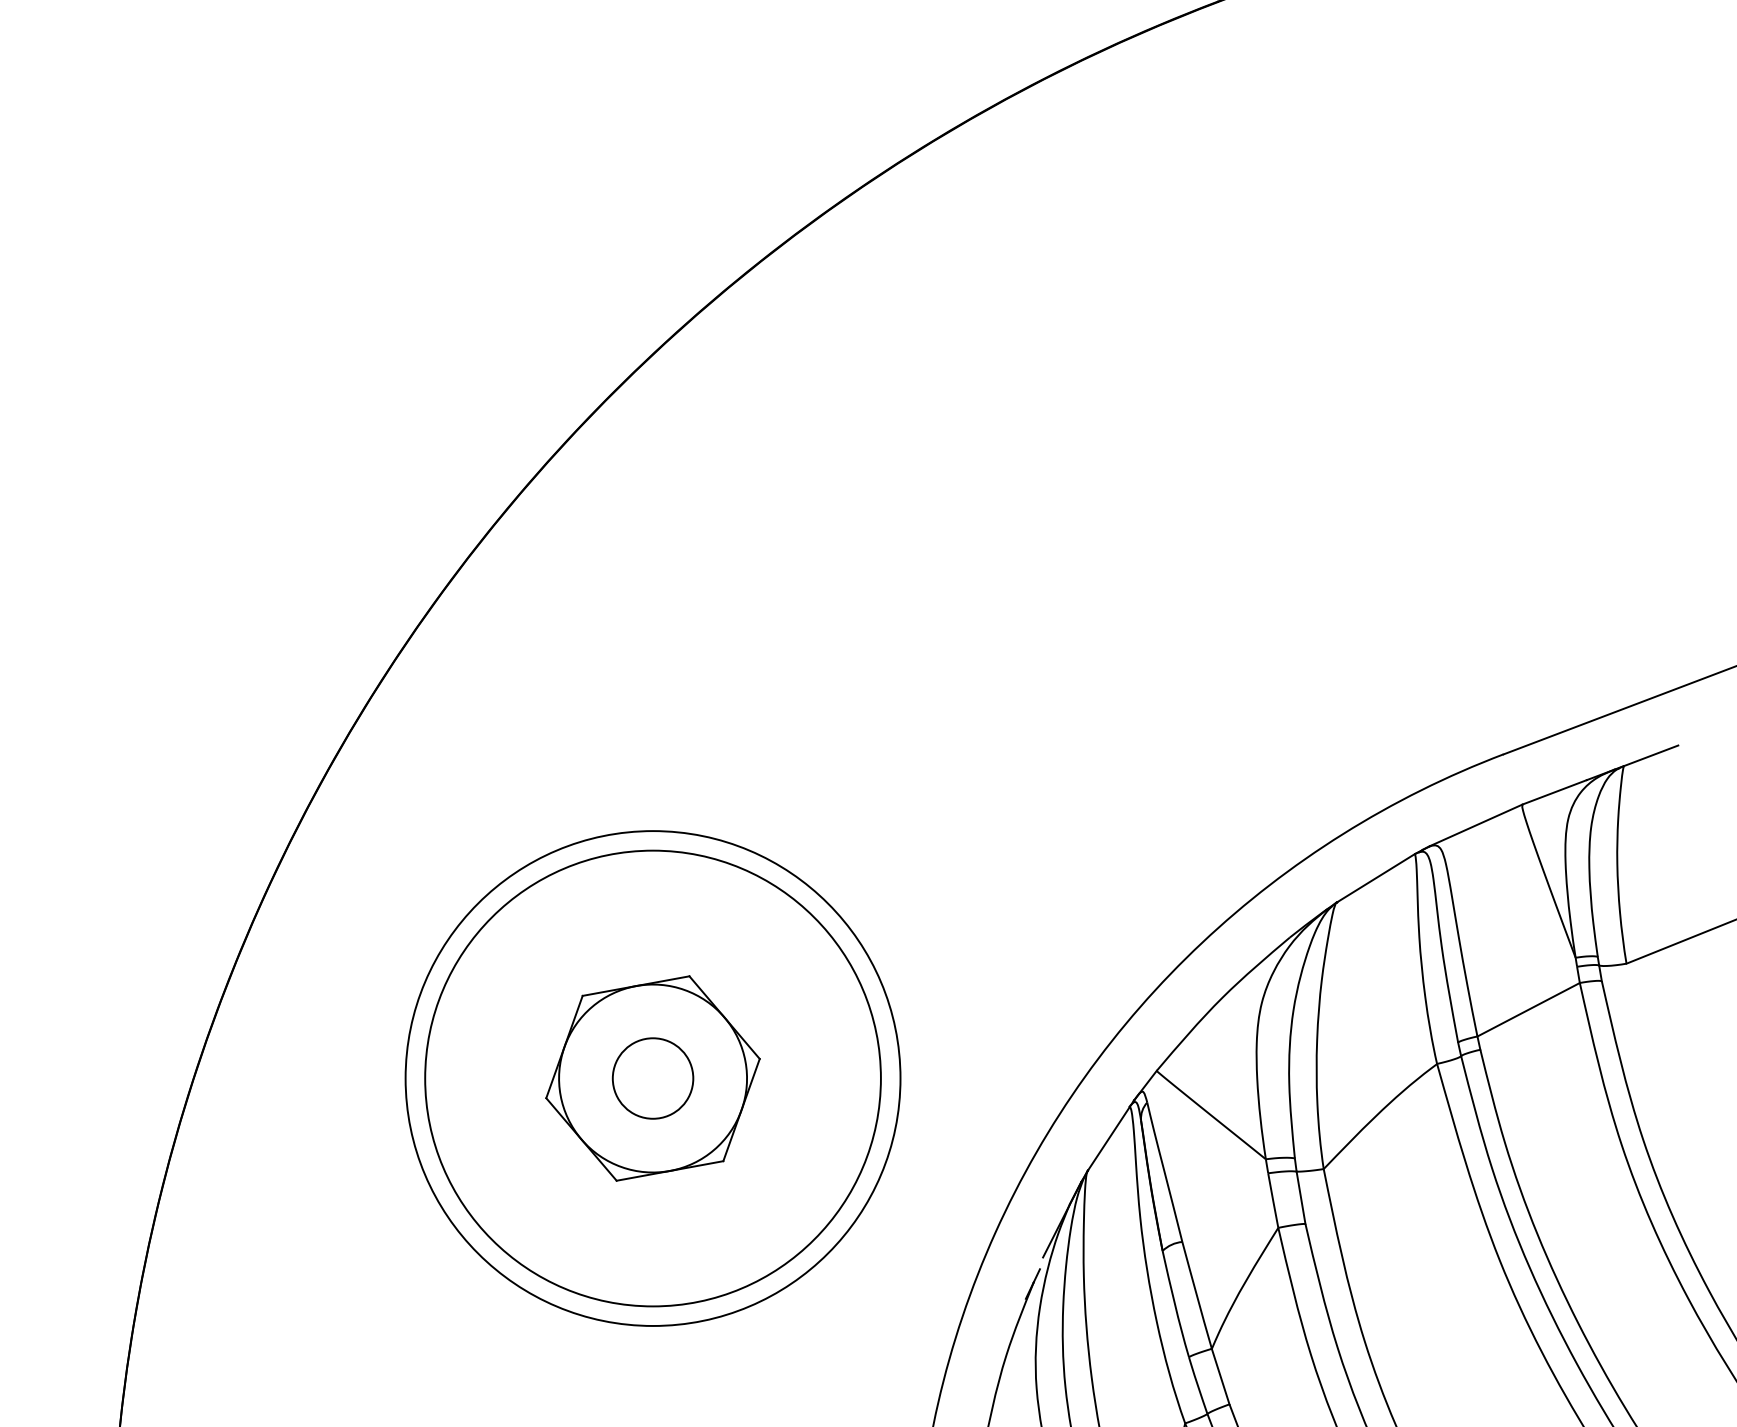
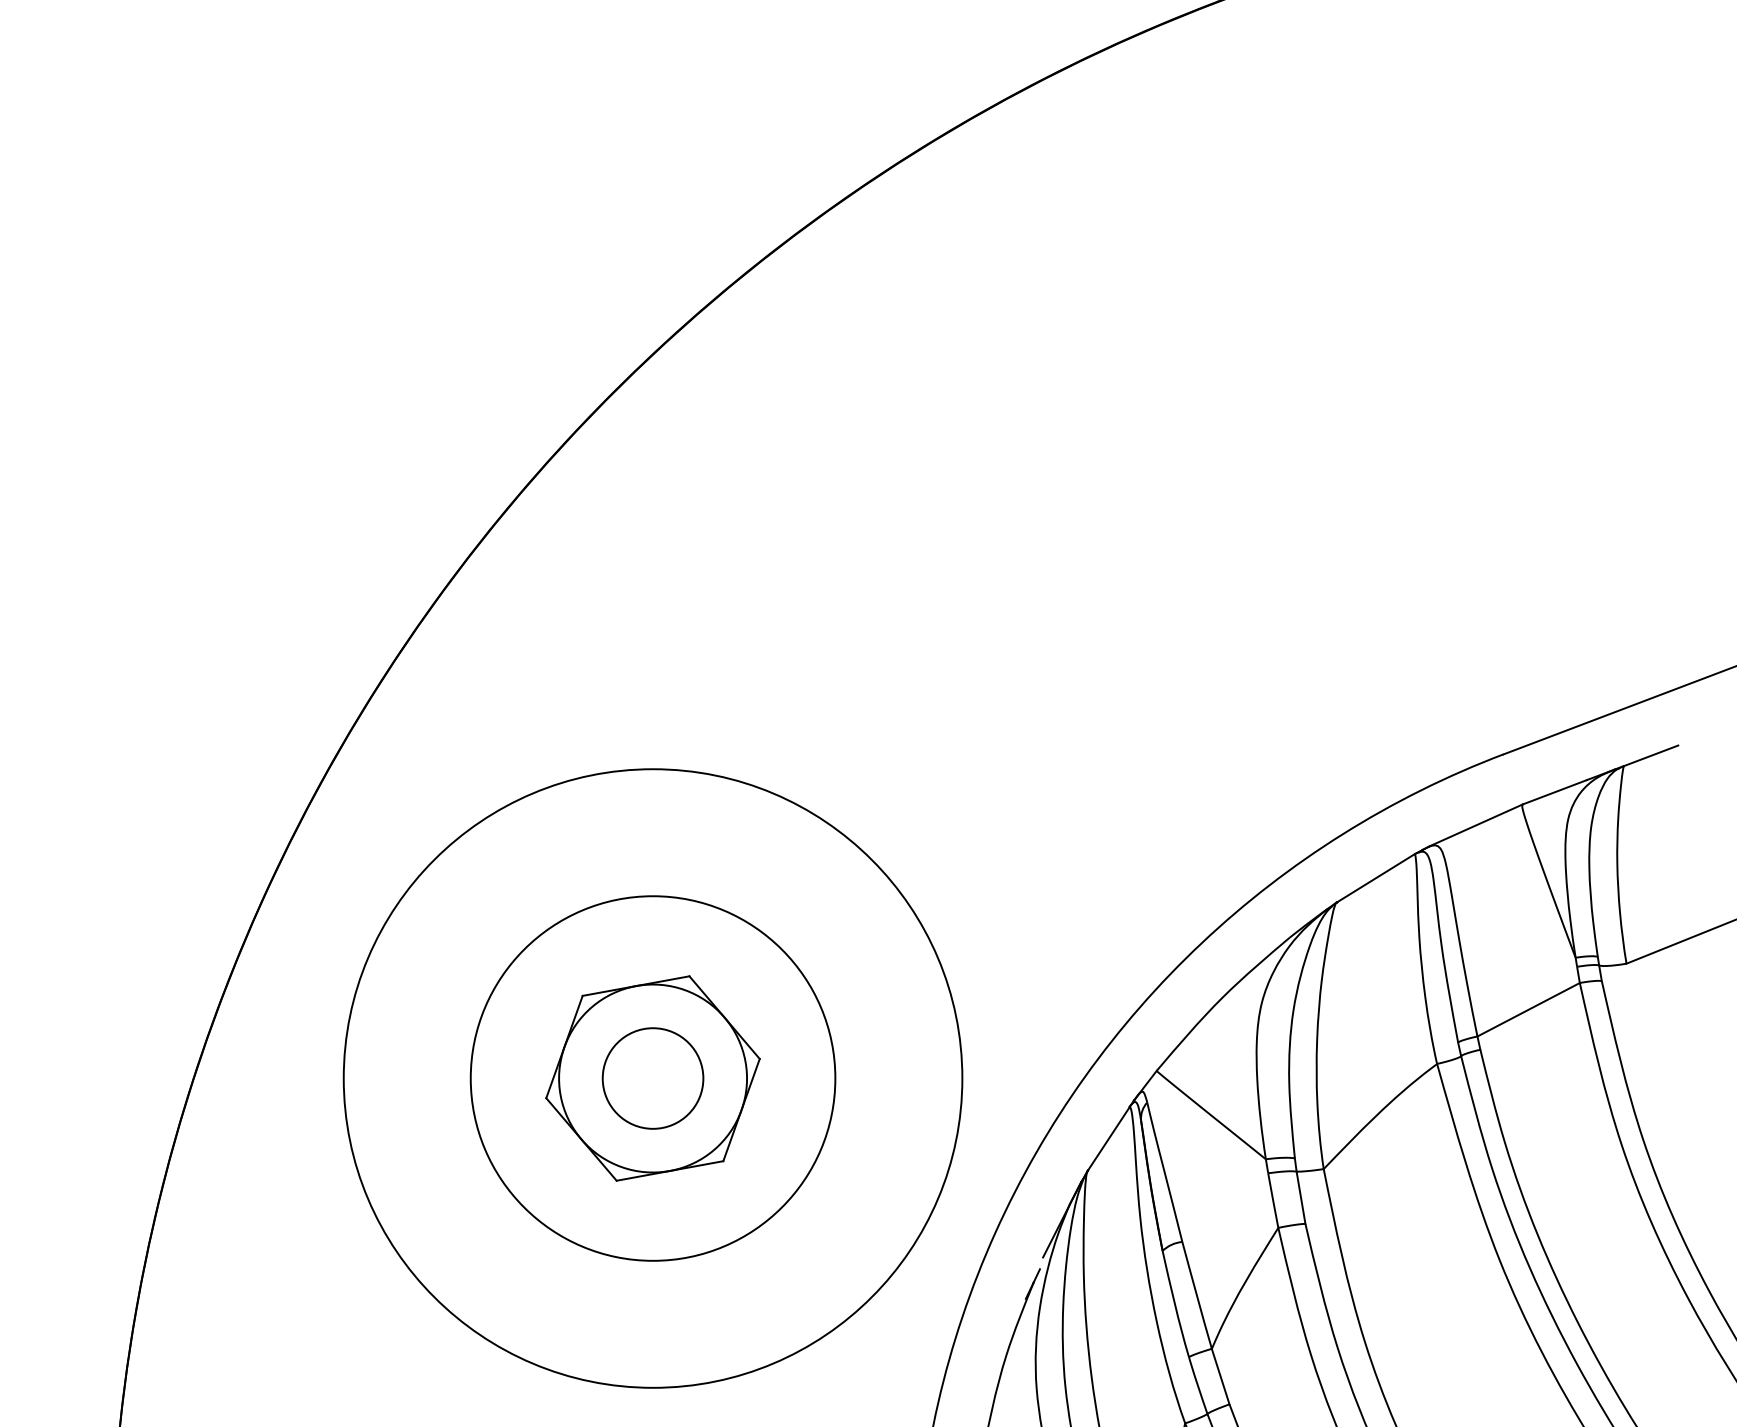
circle at (652, 1078) diameter: 456 px -> 365 px
circle at (652, 1078) diameter: 495 px -> 619 px
circle at (652, 1078) diameter: 81 px -> 101 px
